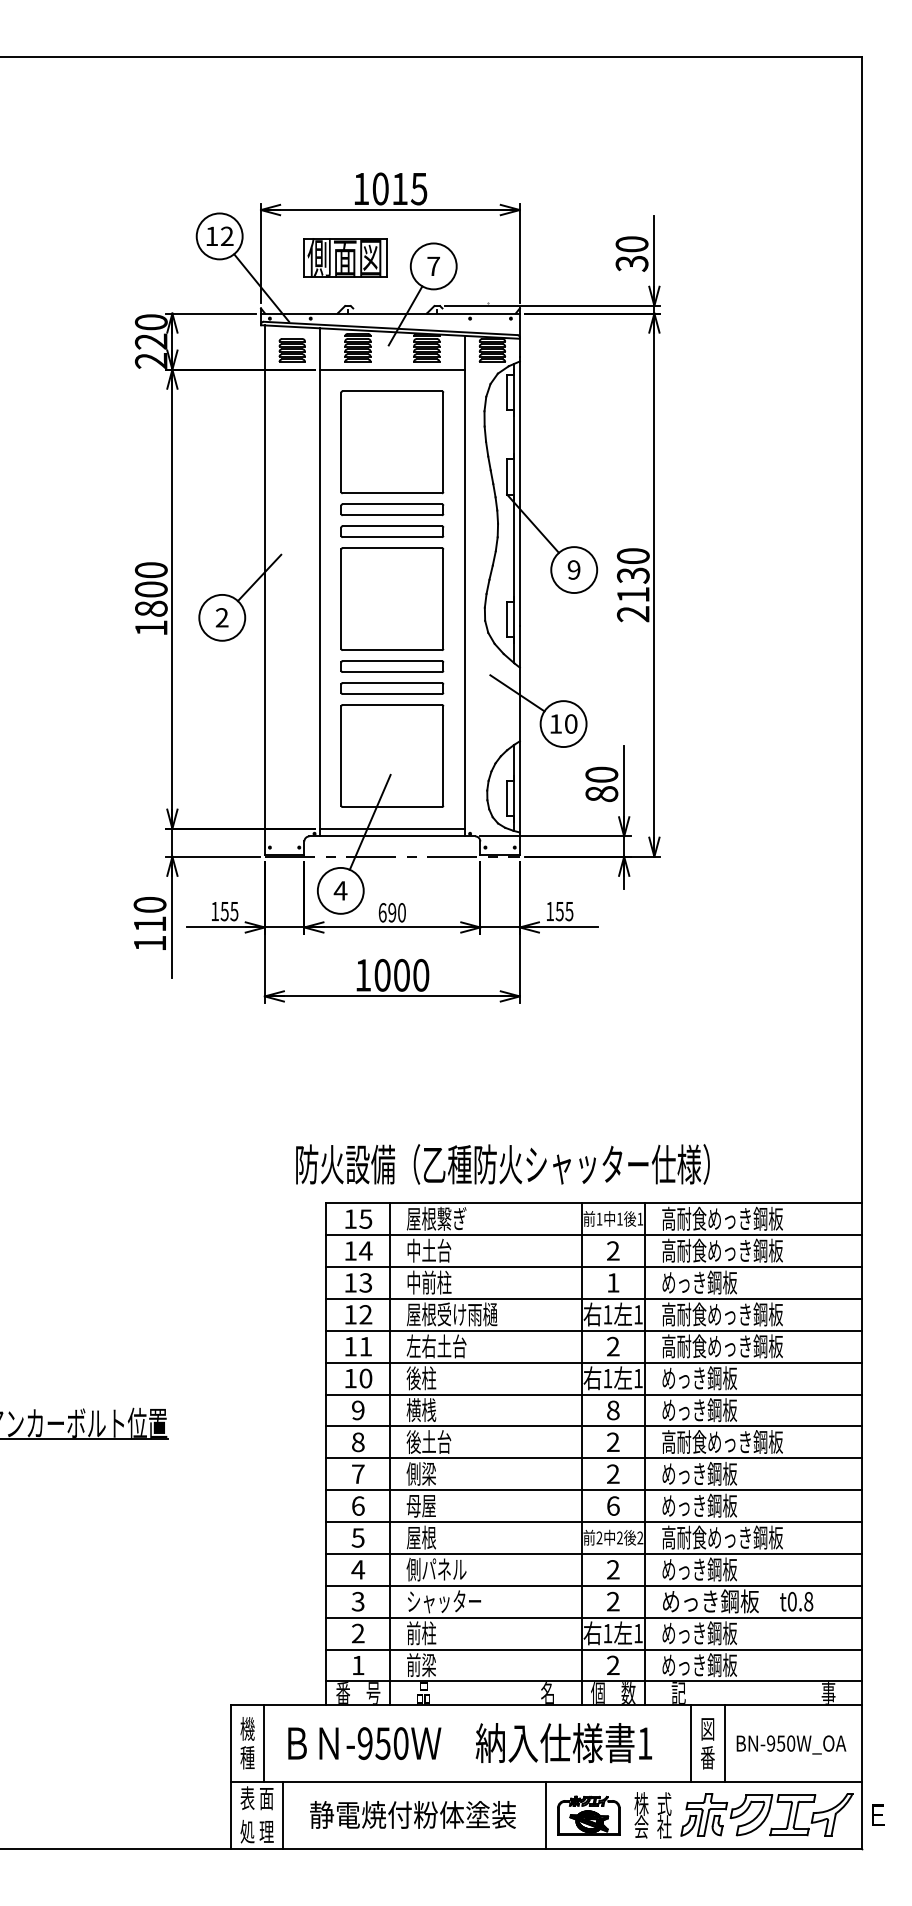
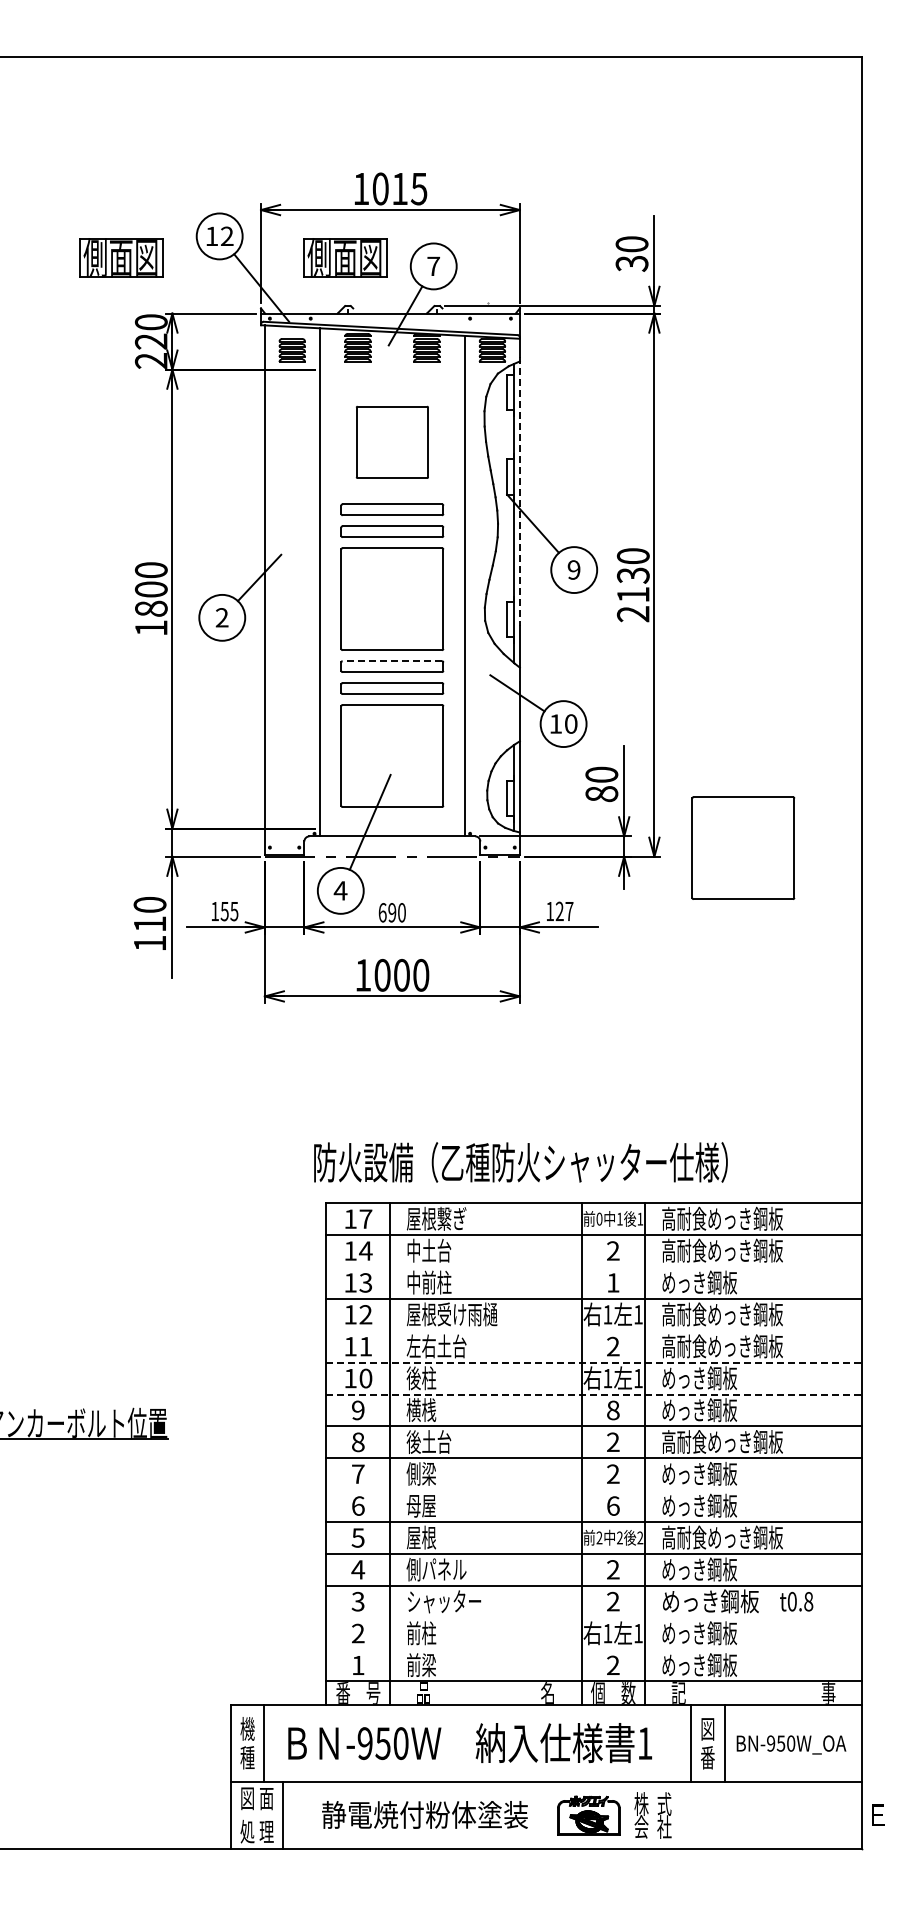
part at (121, 257): none -> present
line at (392, 369): present -> none
part at (392, 442) size: 105x105 px -> 74x74 px
line at (519, 491): solid -> dashed
line at (392, 661): solid -> dashed
line at (392, 828): present -> none
part at (743, 847): none -> present
text at (564, 911): 155 -> 127
text at (502, 1164) position: (502, 1164) -> (520, 1162)
text at (365, 1218): 15 -> 17
text at (599, 1218): 1 -> 0
line at (594, 1267): present -> none
line at (594, 1330): present -> none
line at (594, 1362): solid -> dashed
line at (594, 1394): solid -> dashed
line at (594, 1490): present -> none
line at (594, 1617): present -> none
line at (594, 1649): present -> none
text at (247, 1798): 表 -> 図
text at (412, 1814) position: (412, 1814) -> (424, 1814)
line at (546, 1814): present -> none
part at (766, 1814): present -> none
